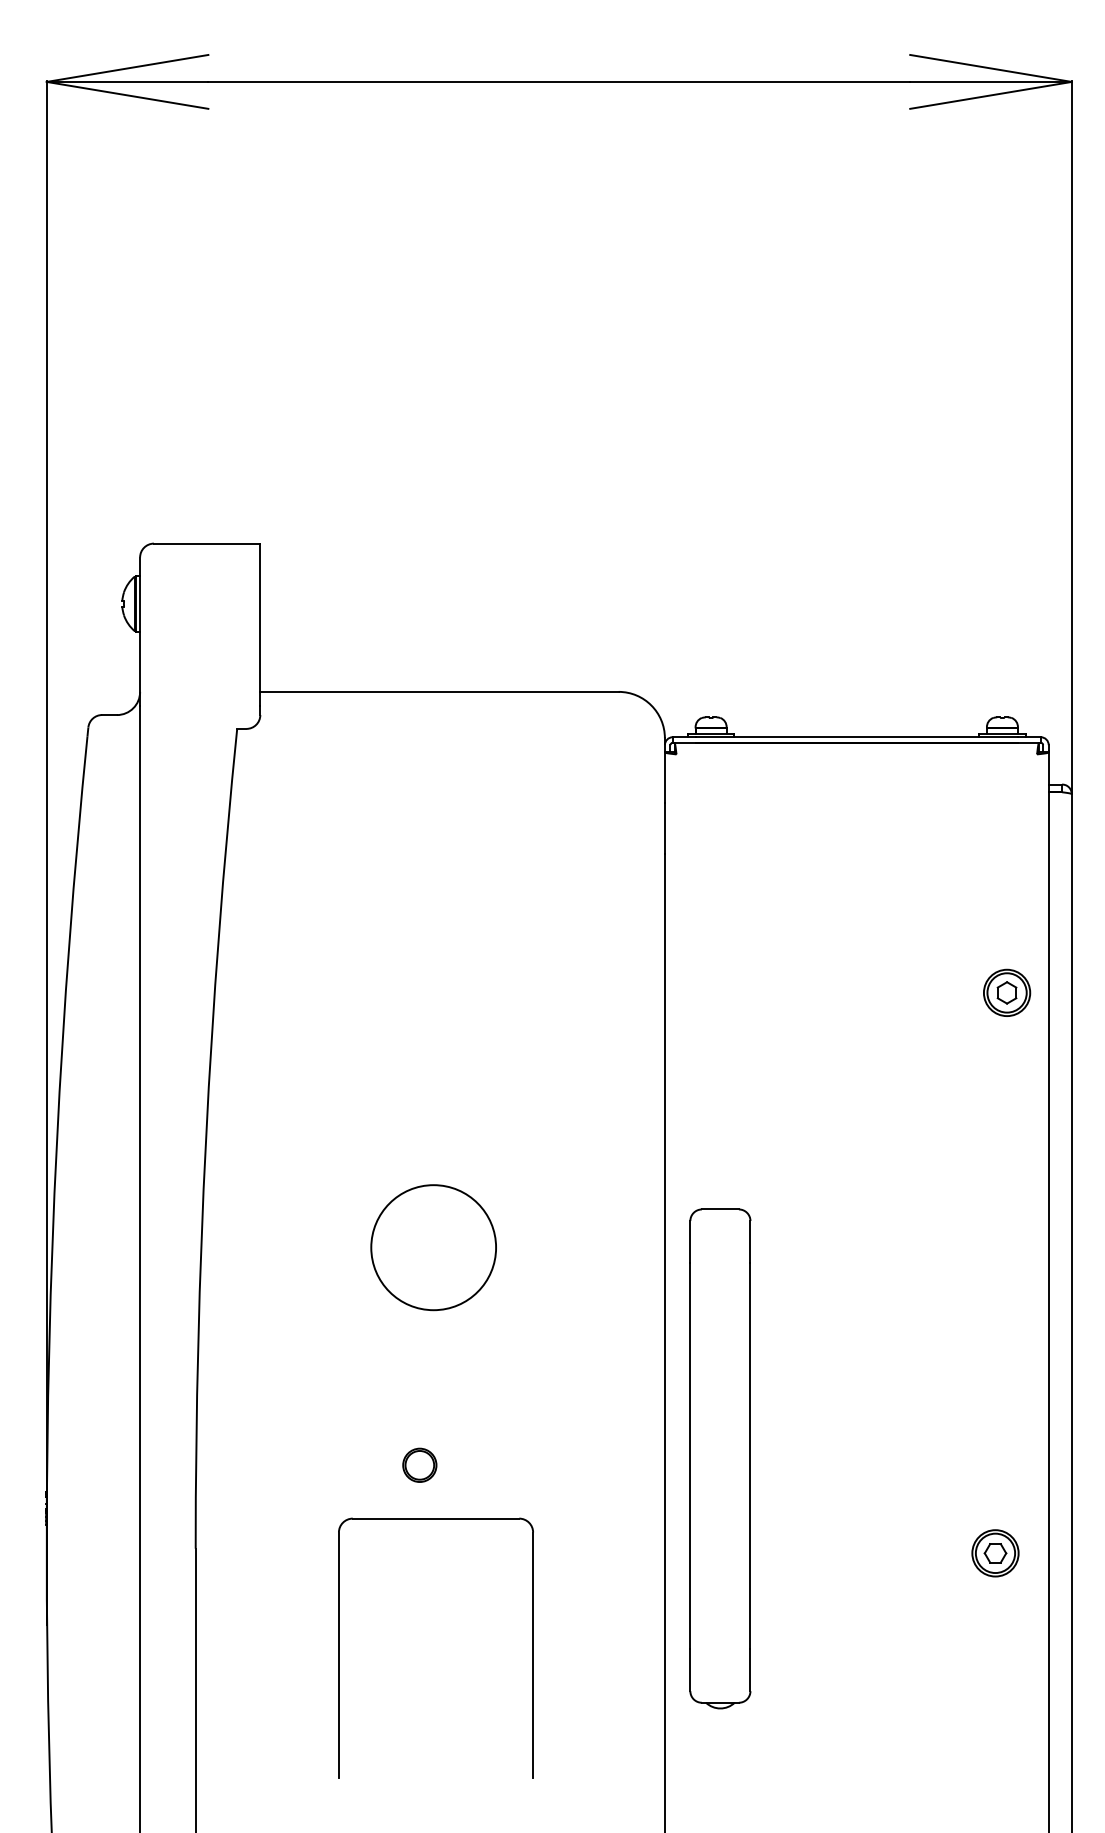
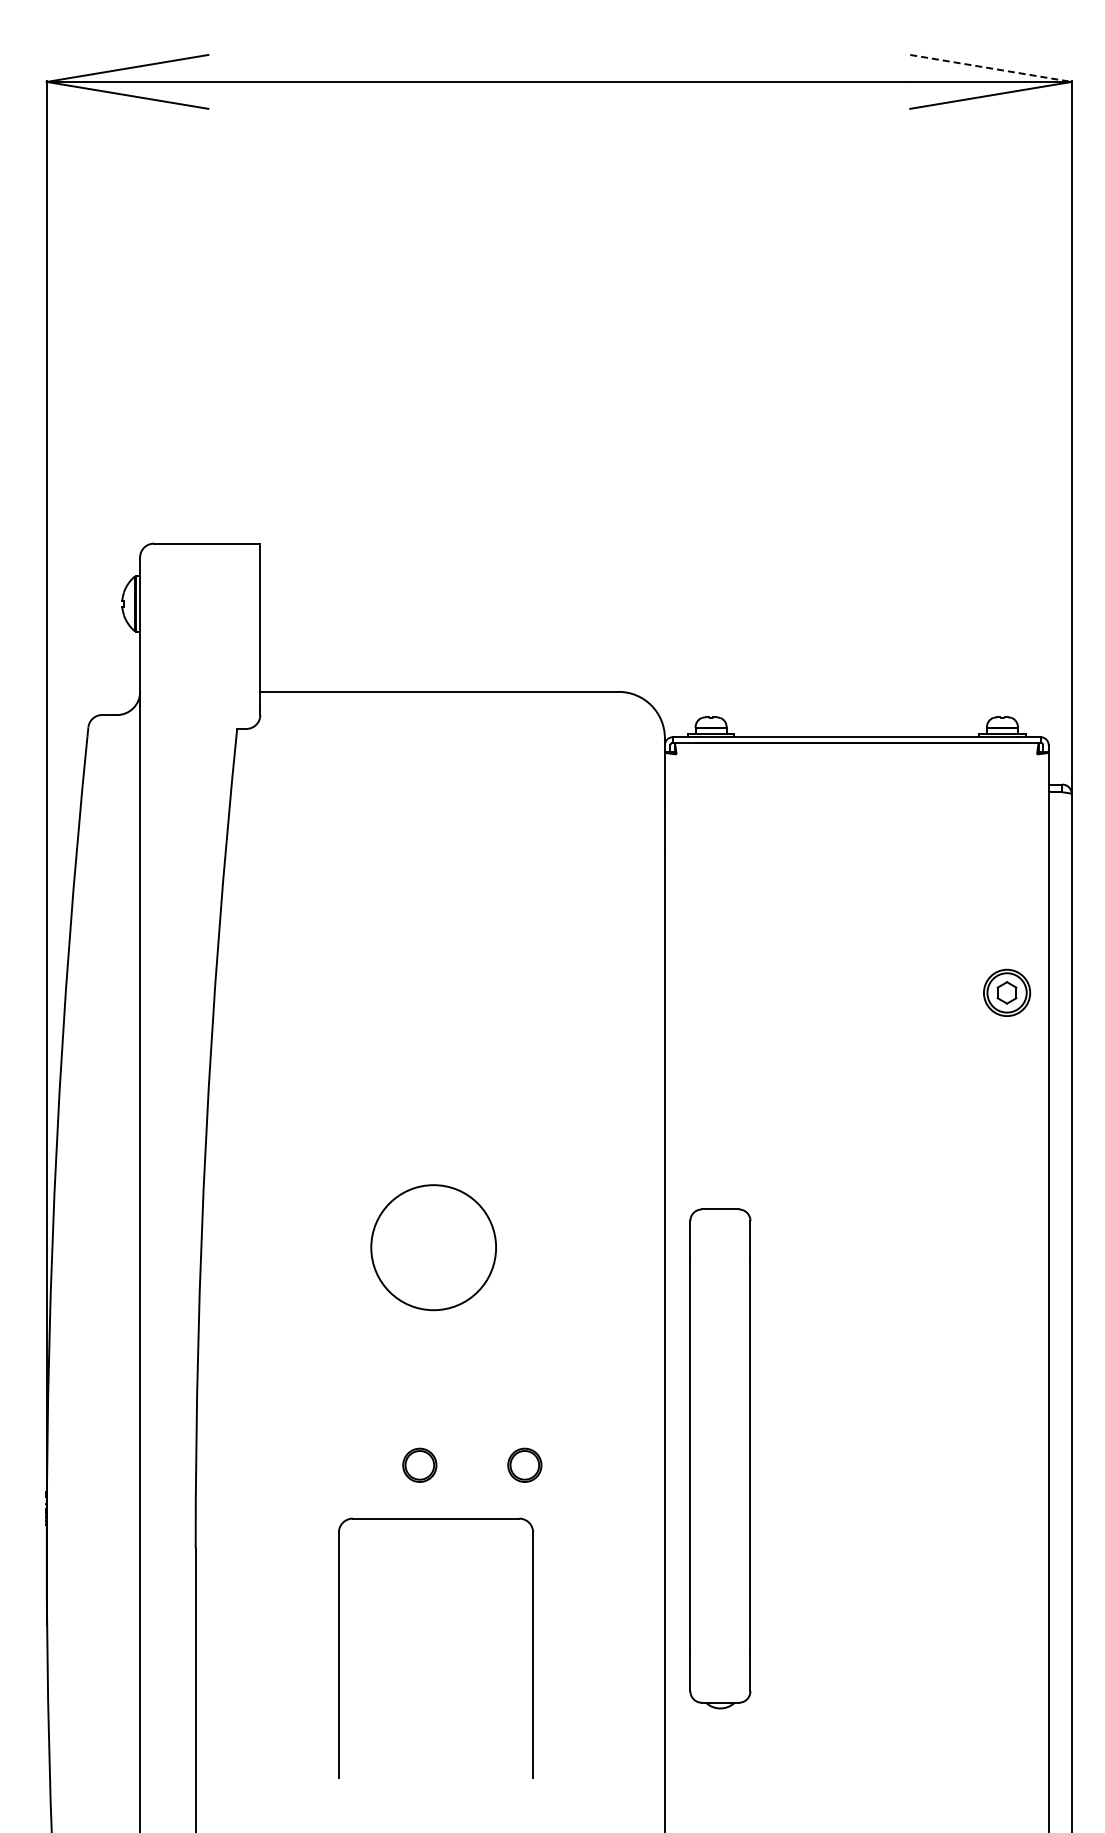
line at (991, 68): solid -> dashed
part at (524, 1464): none -> present
part at (995, 1553): present -> none
